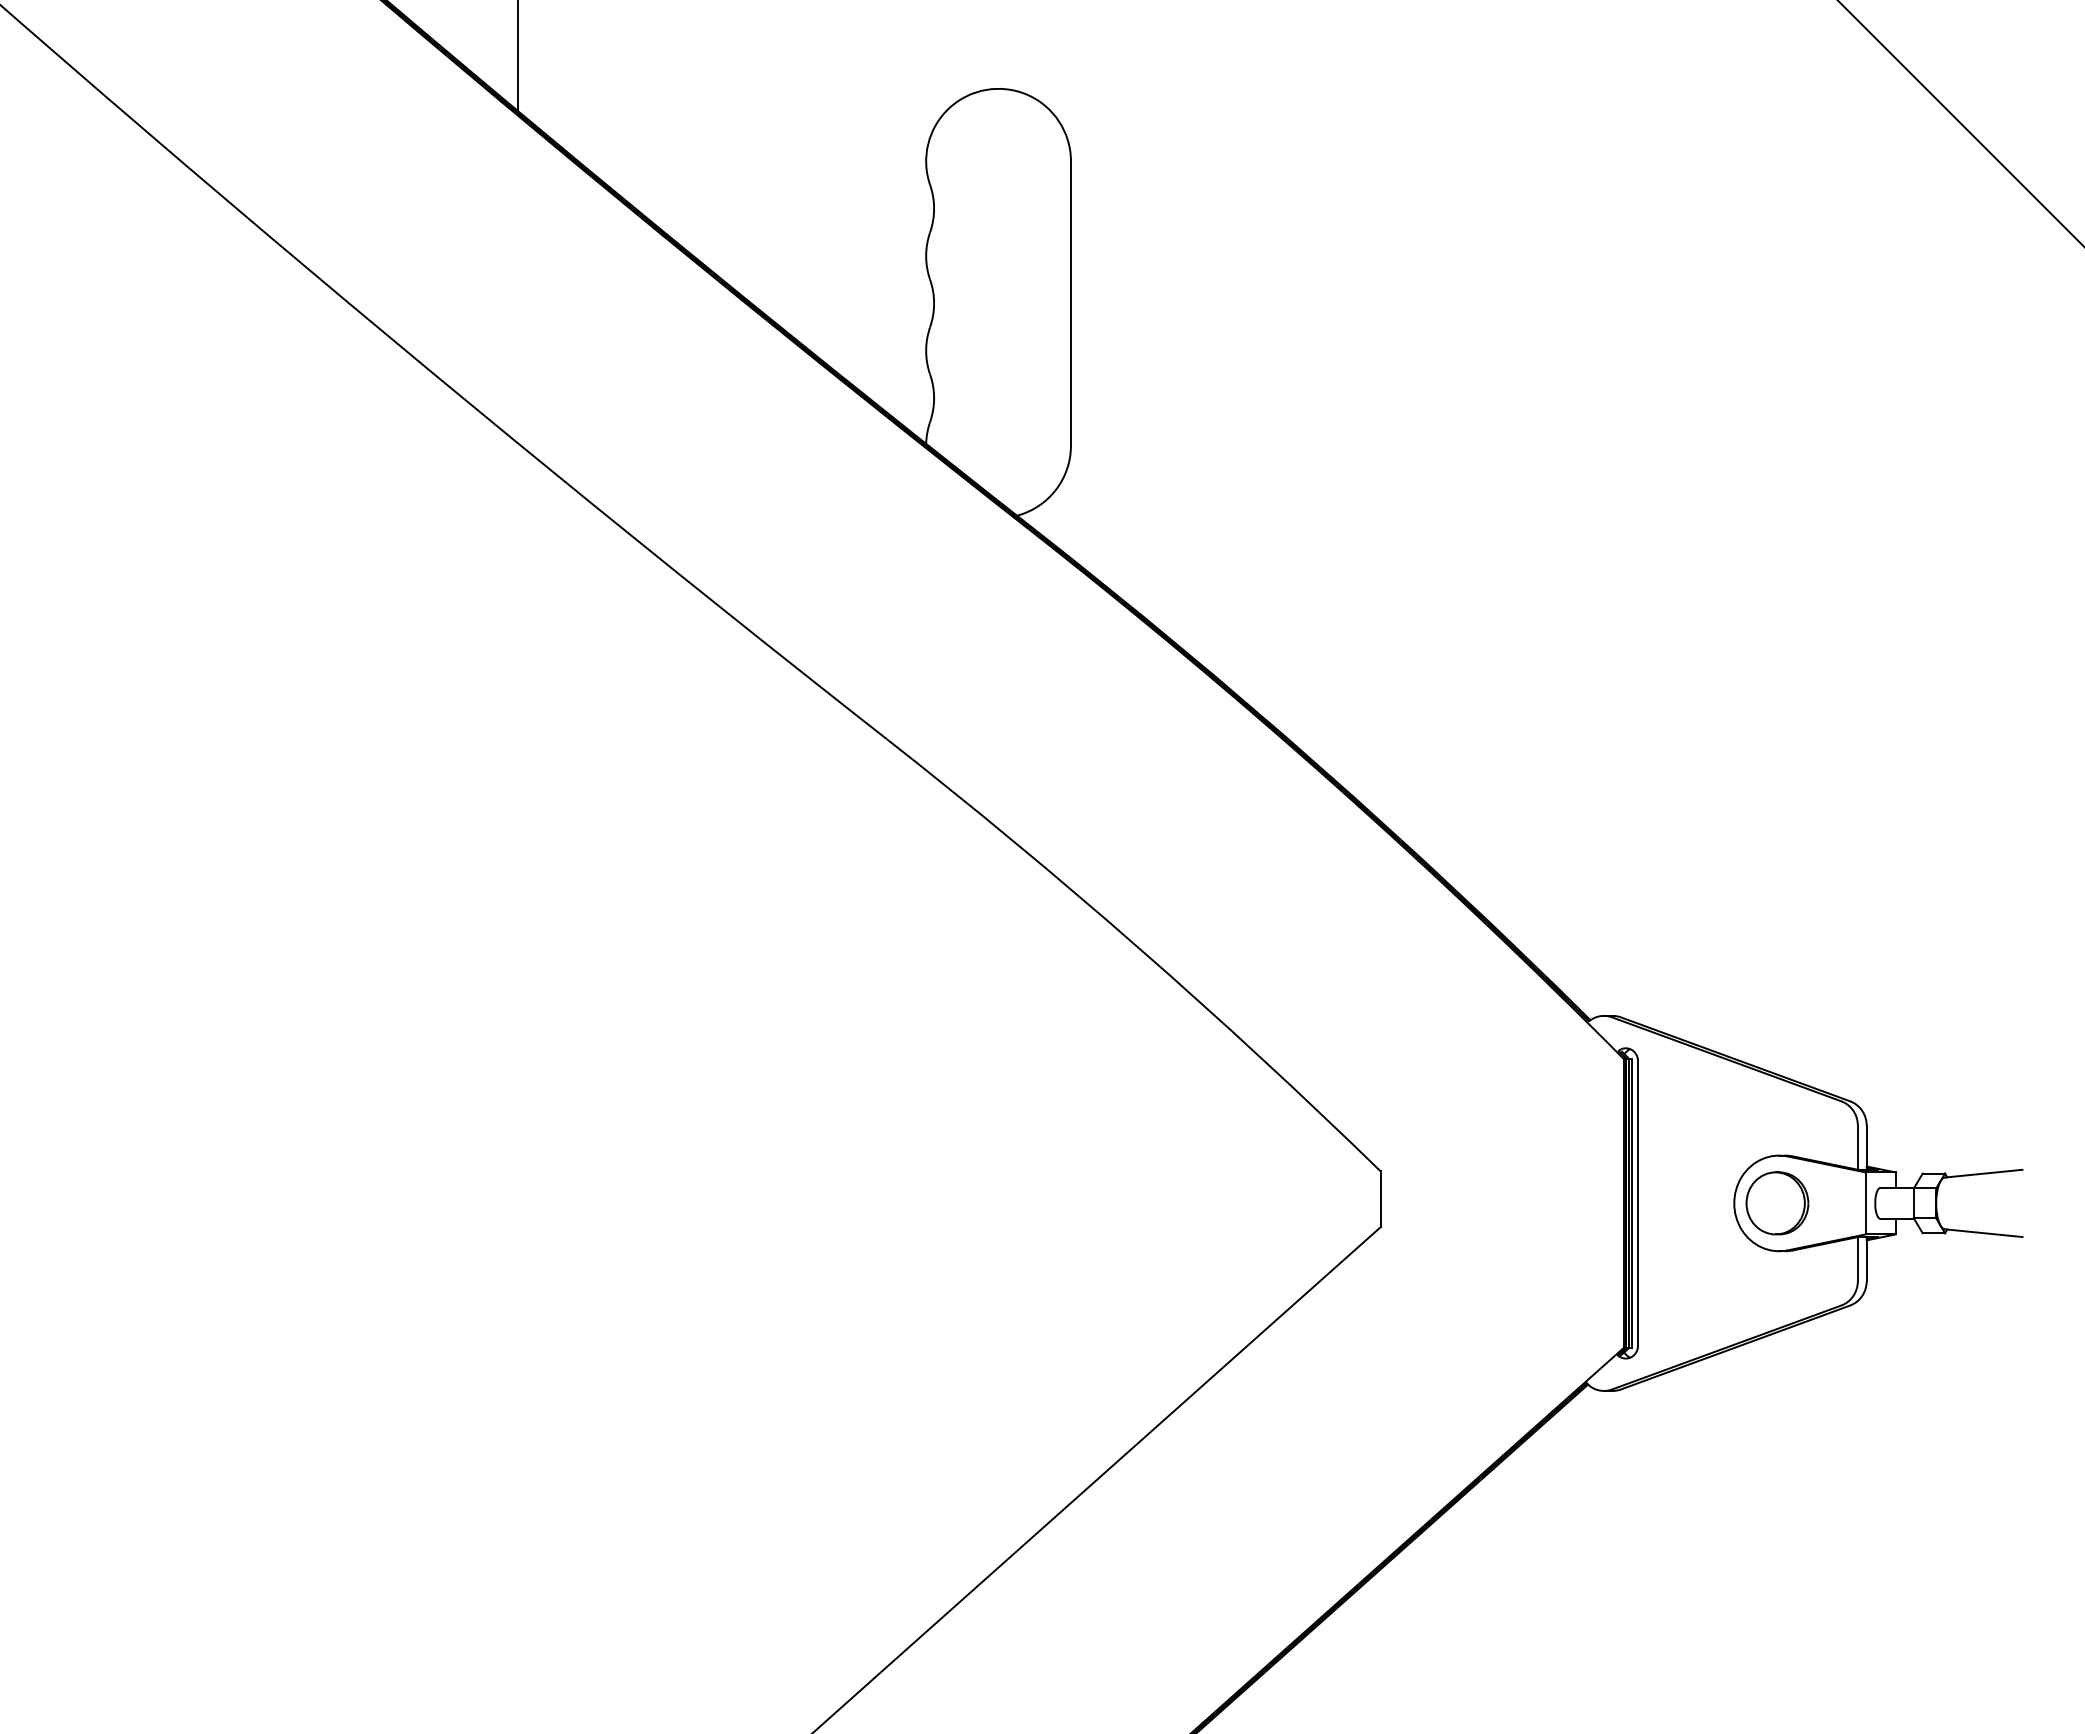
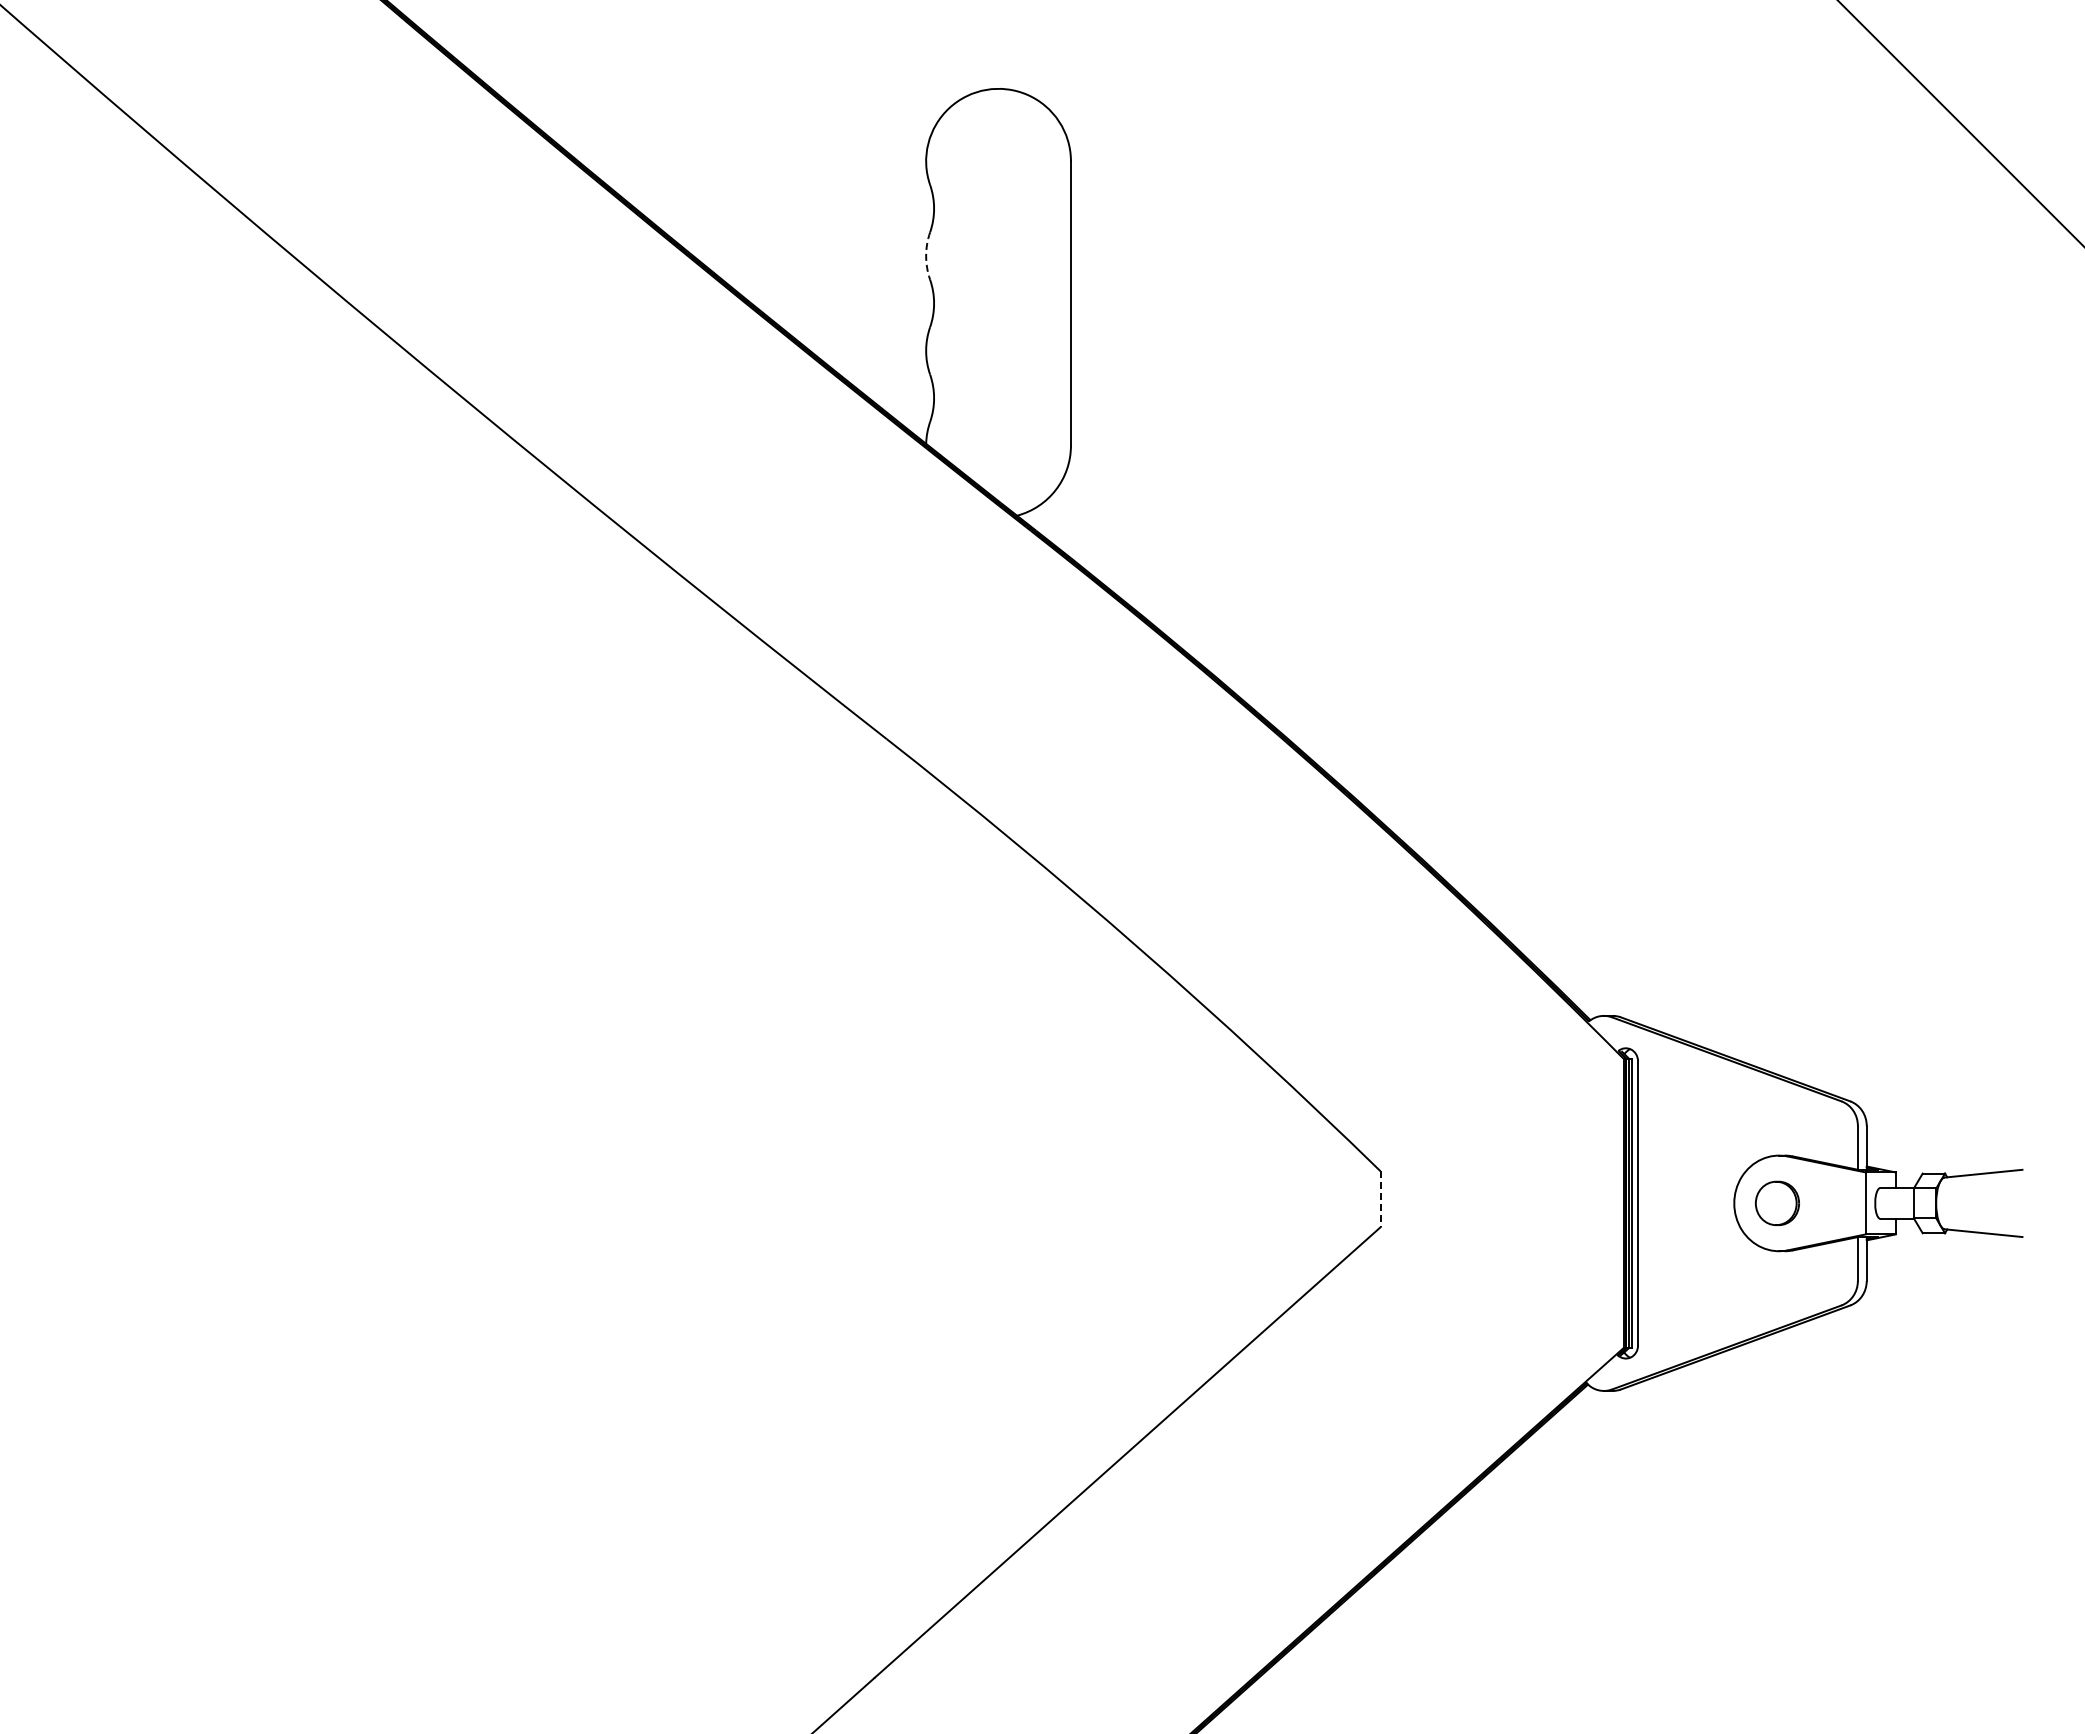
line at (517, 56): present -> none
arc at (926, 256): solid -> dashed
line at (1380, 1199): solid -> dashed
part at (1777, 1203) size: 65x65 px -> 45x47 px
